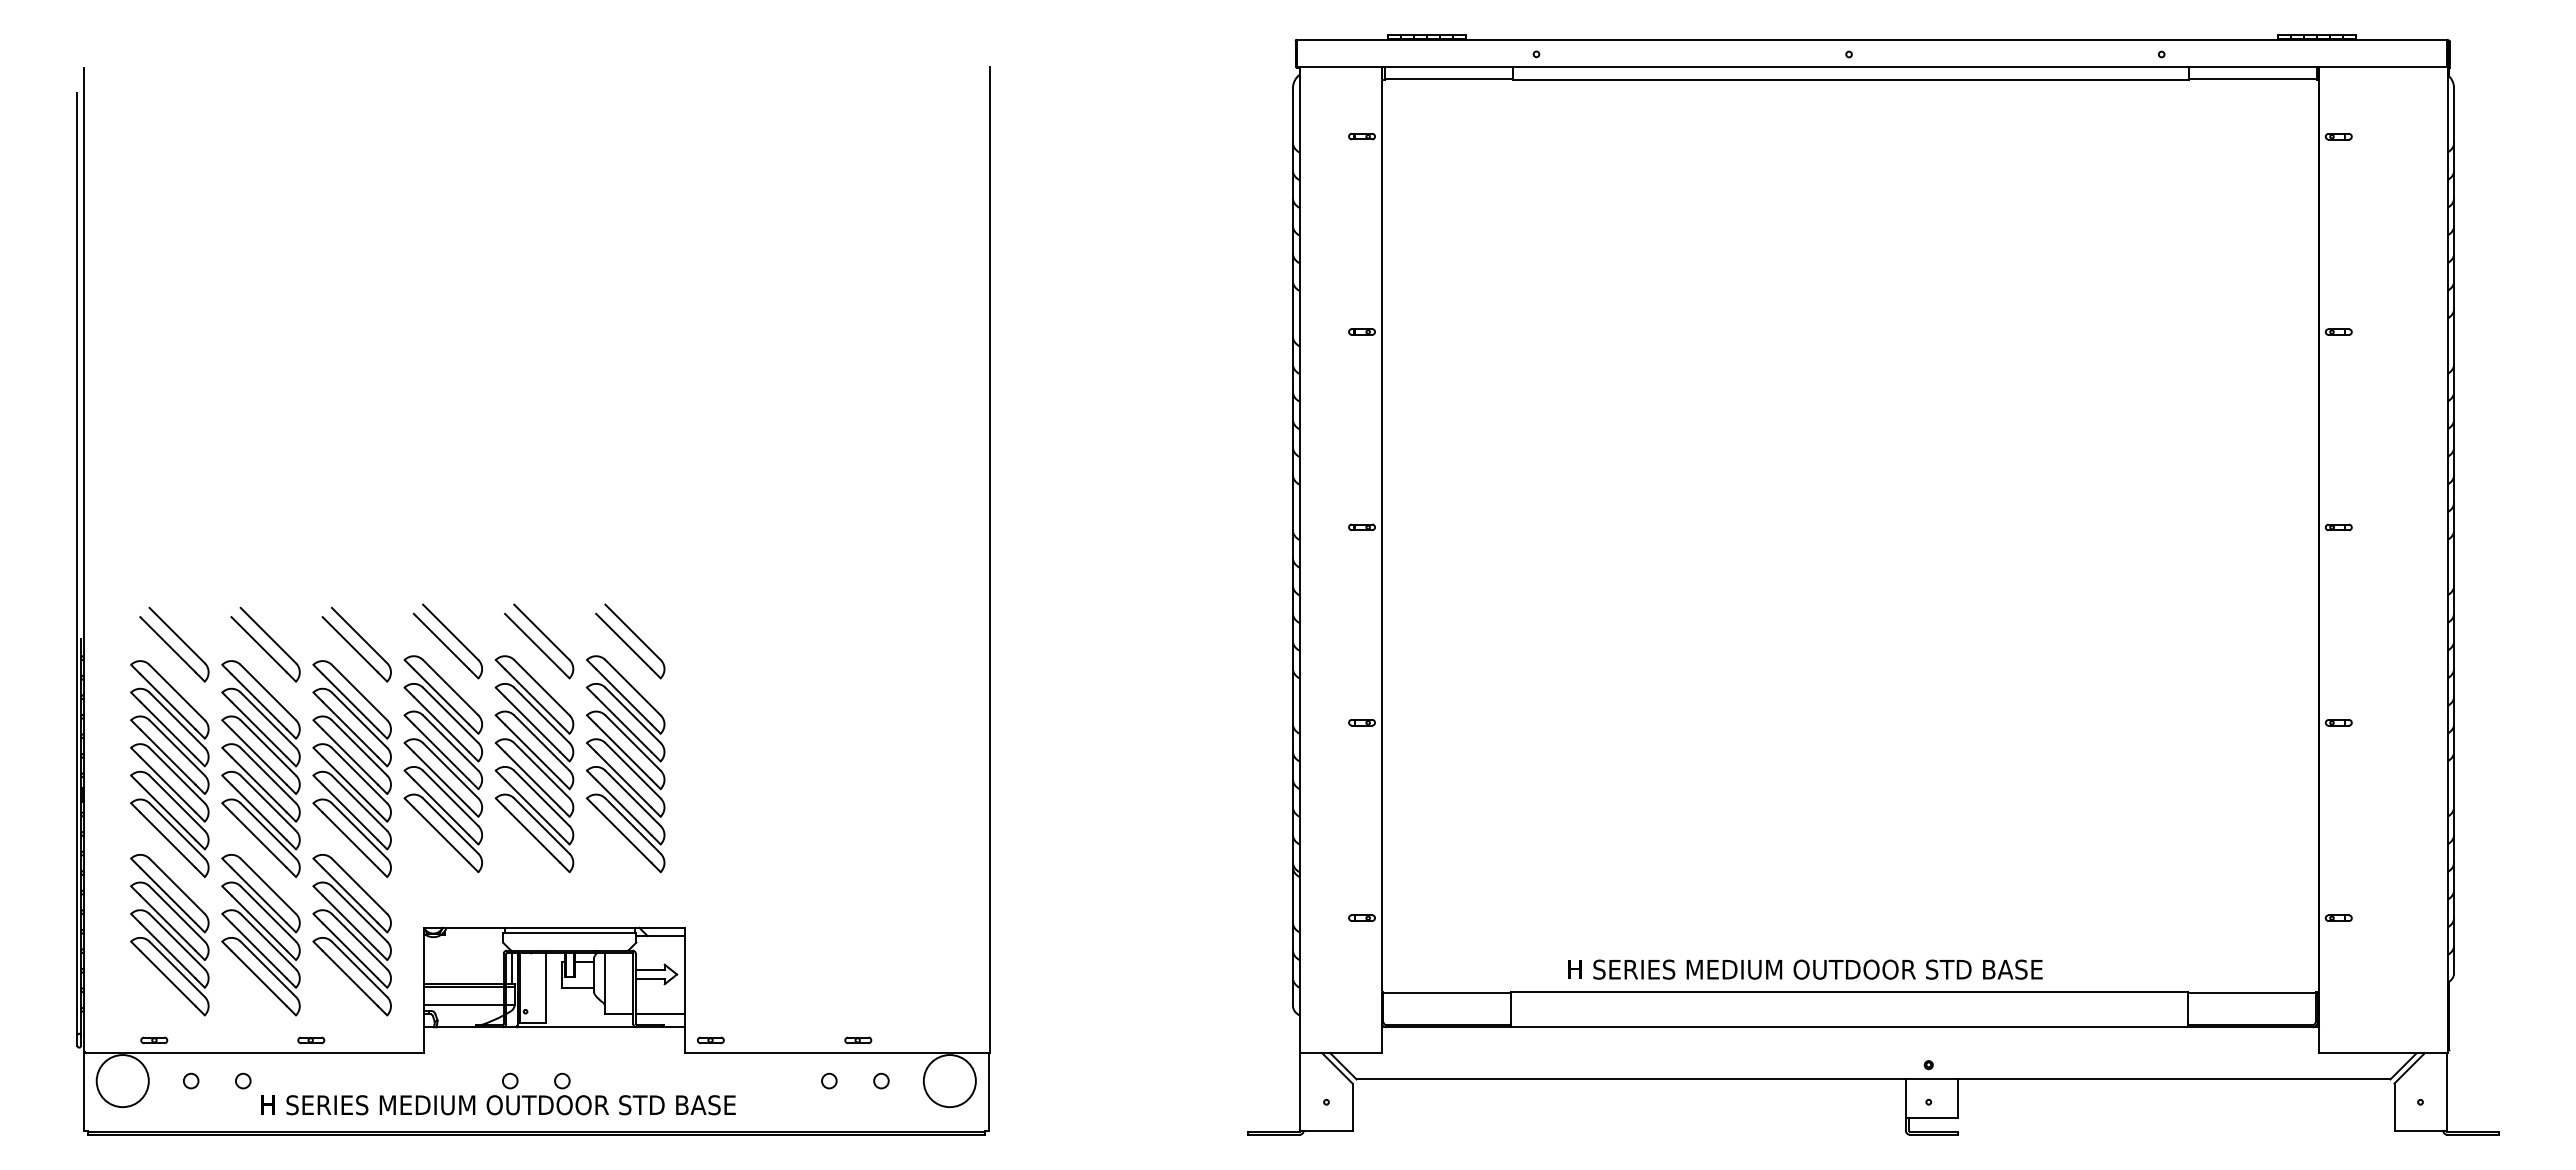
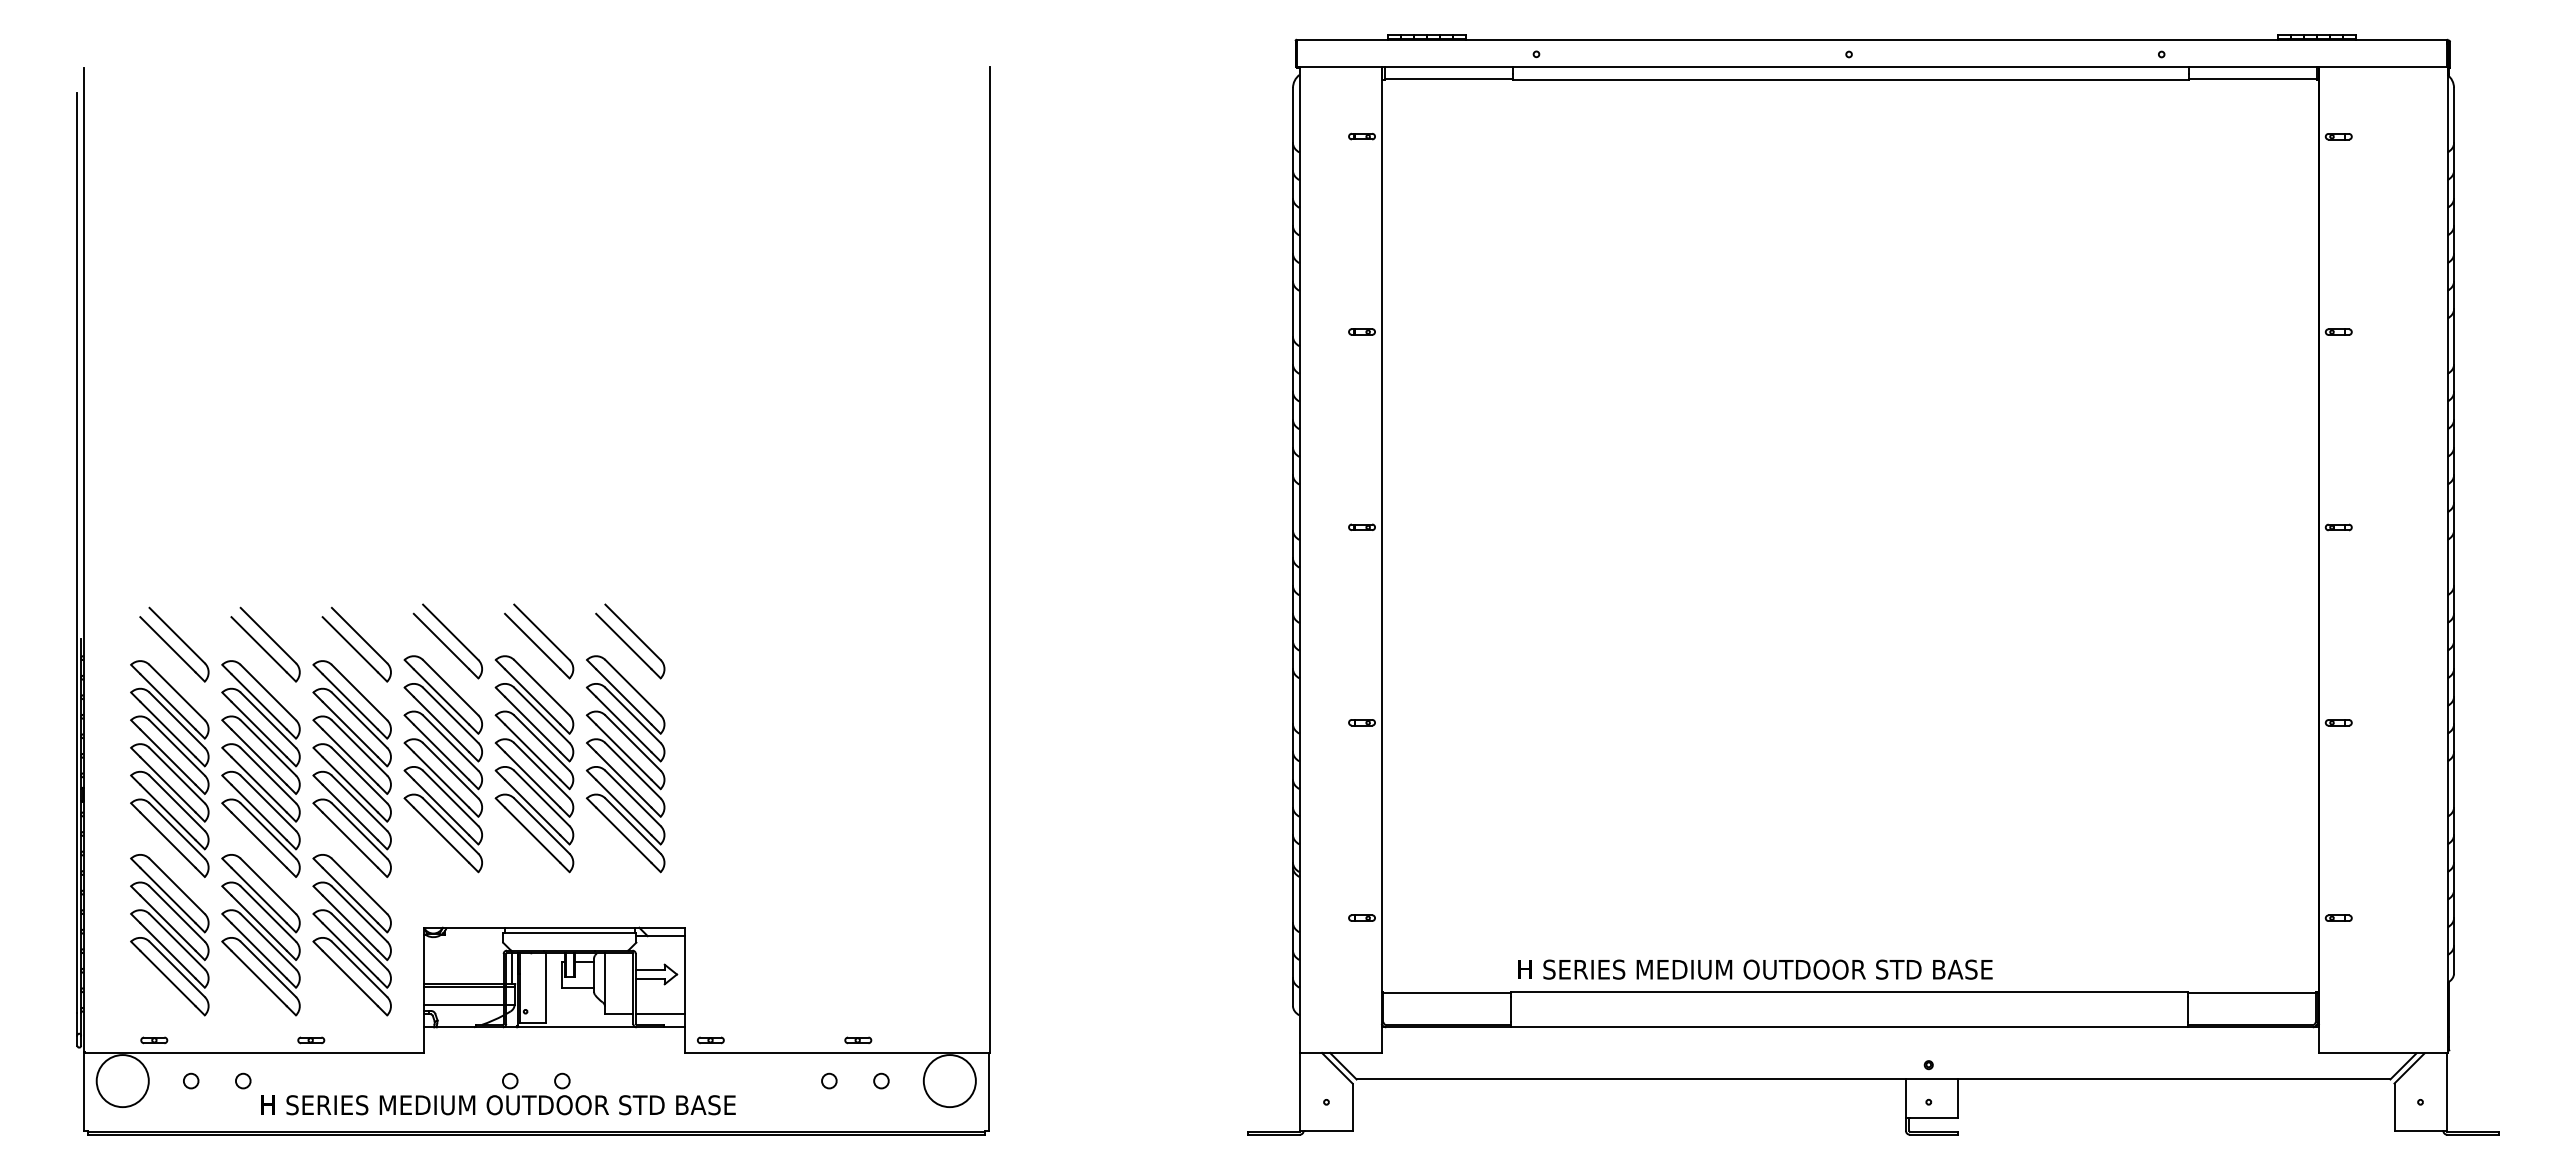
text at (1805, 969) position: (1805, 969) -> (1755, 969)
